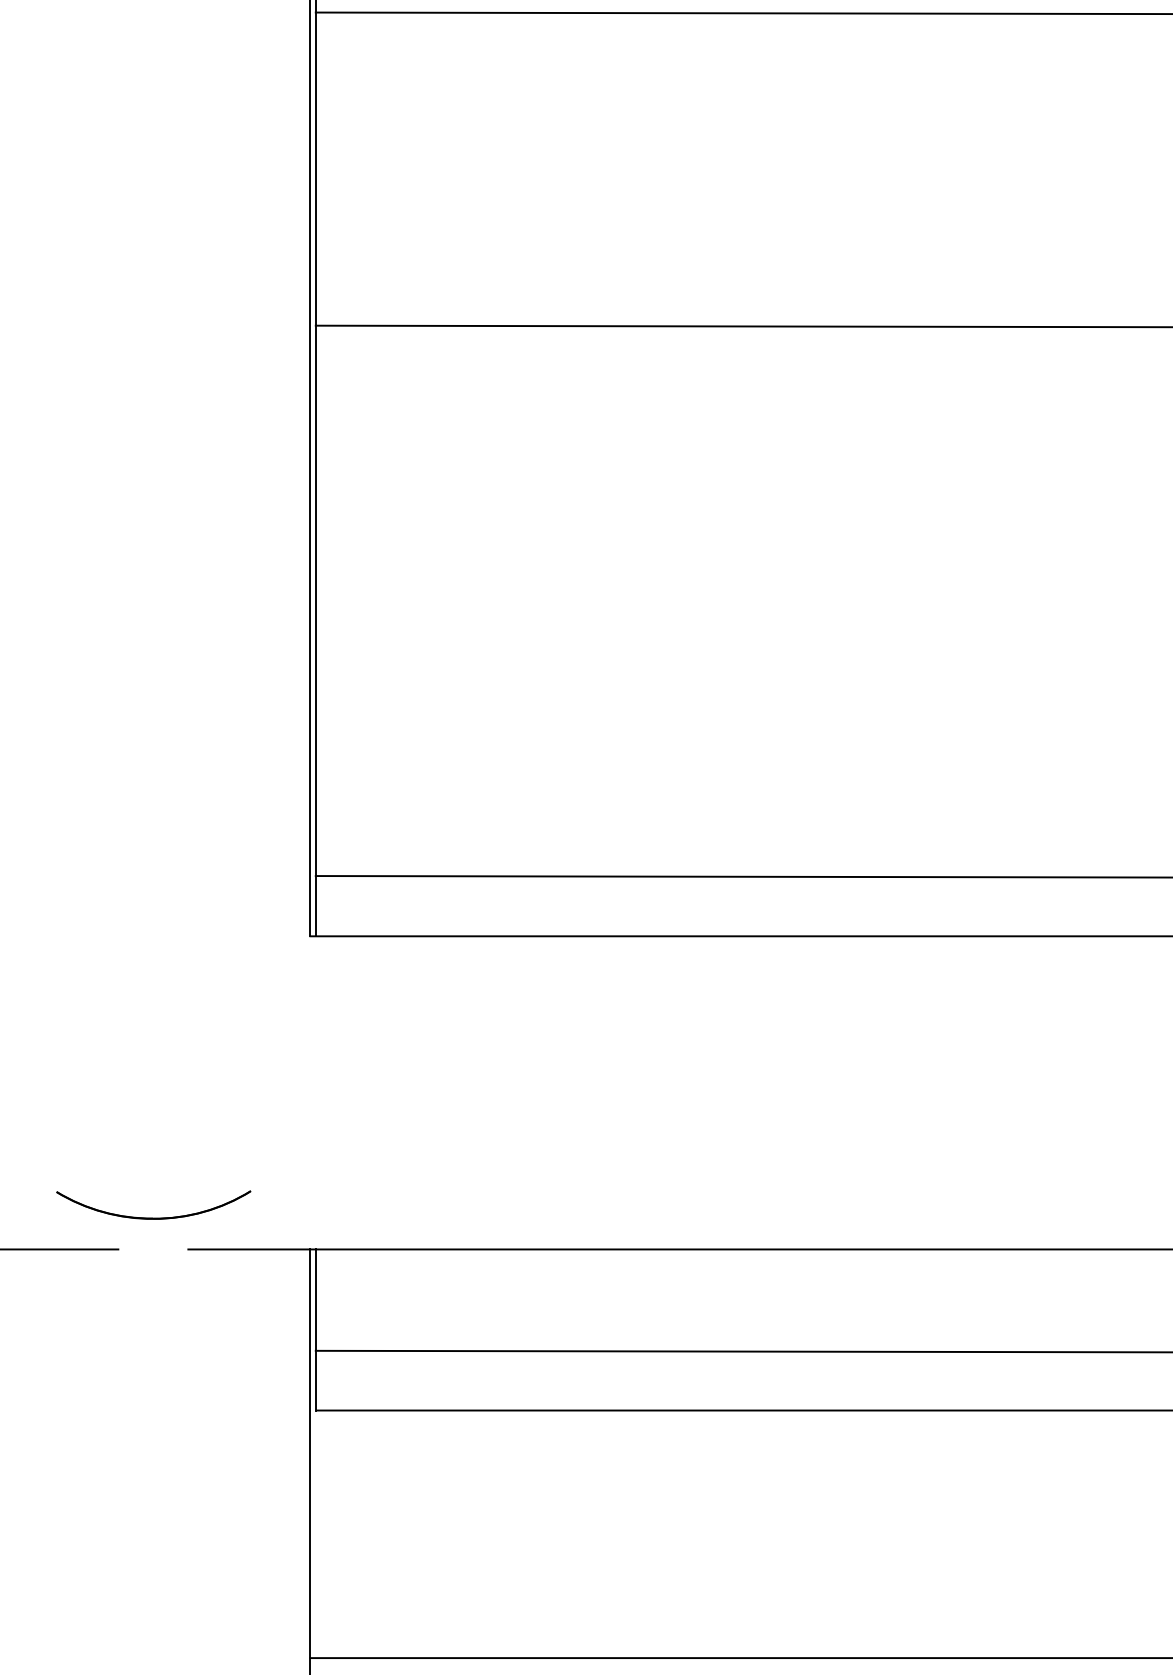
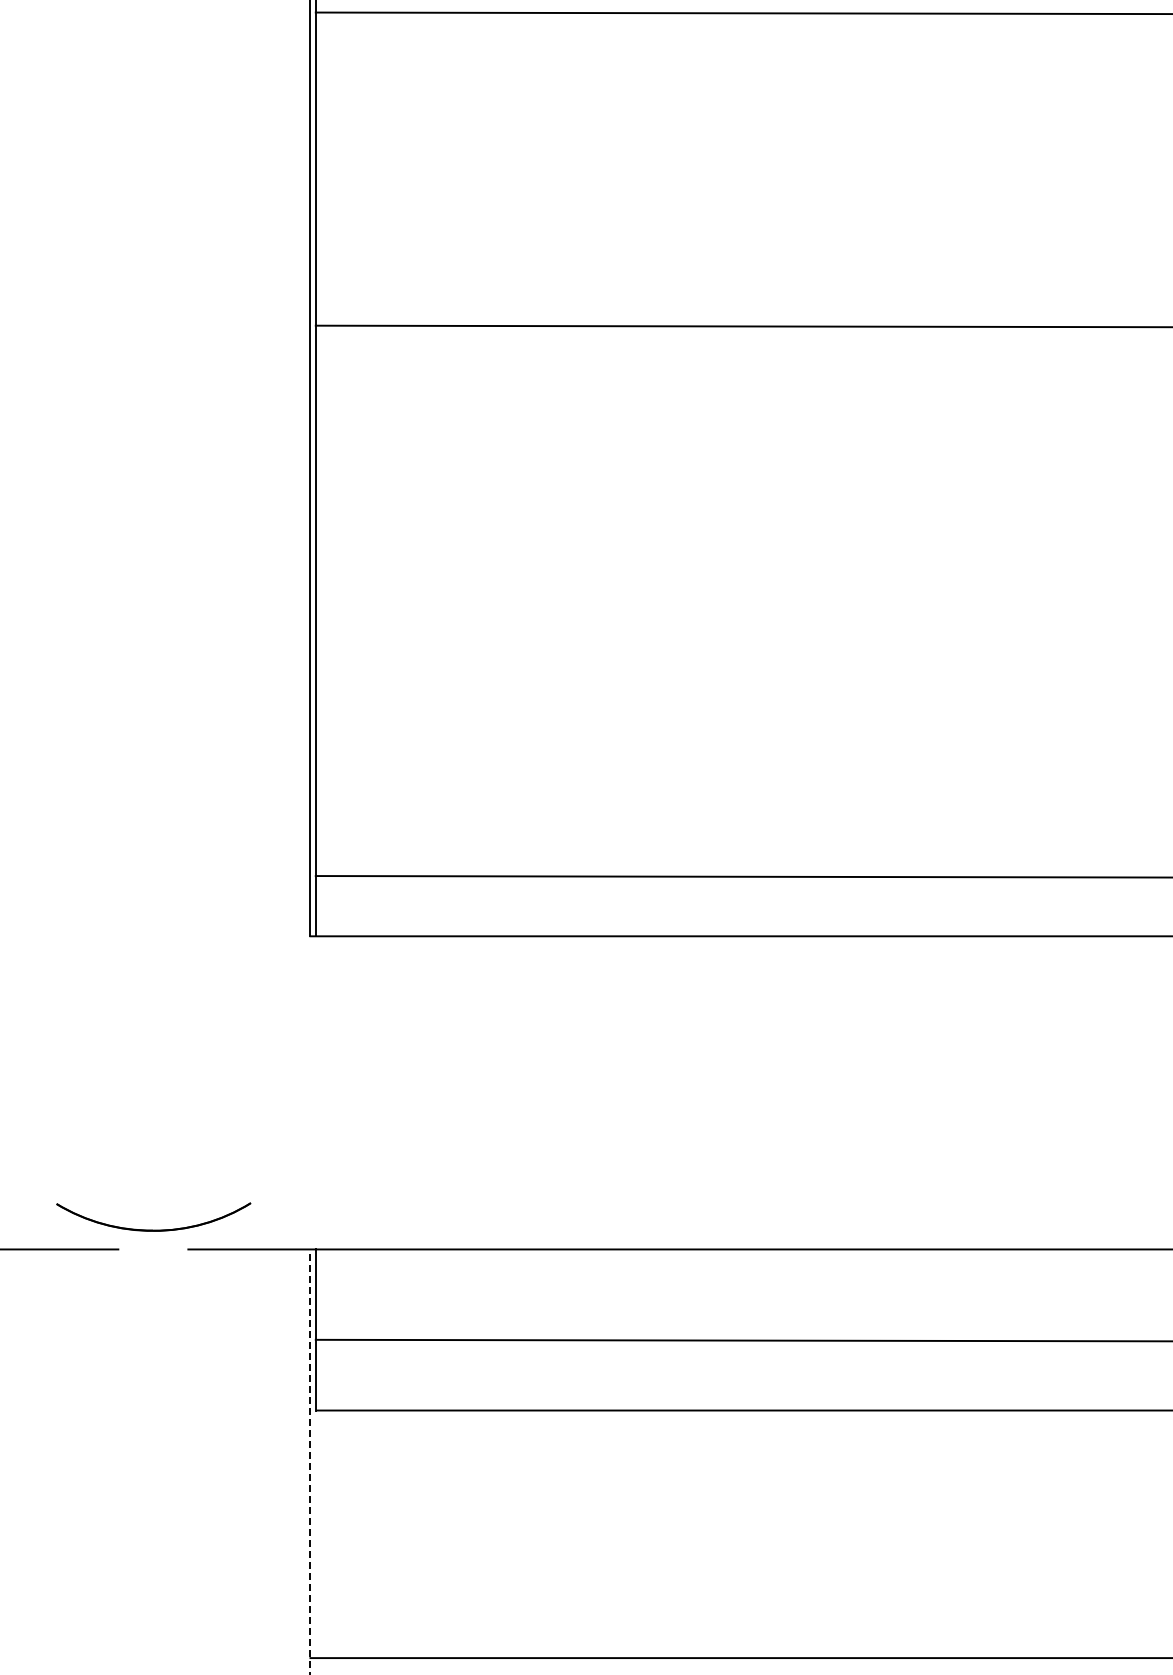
part at (153, 1217) position: (153, 1217) -> (153, 1229)
line at (742, 1351) position: (742, 1351) -> (742, 1340)
line at (309, 1462): solid -> dashed
